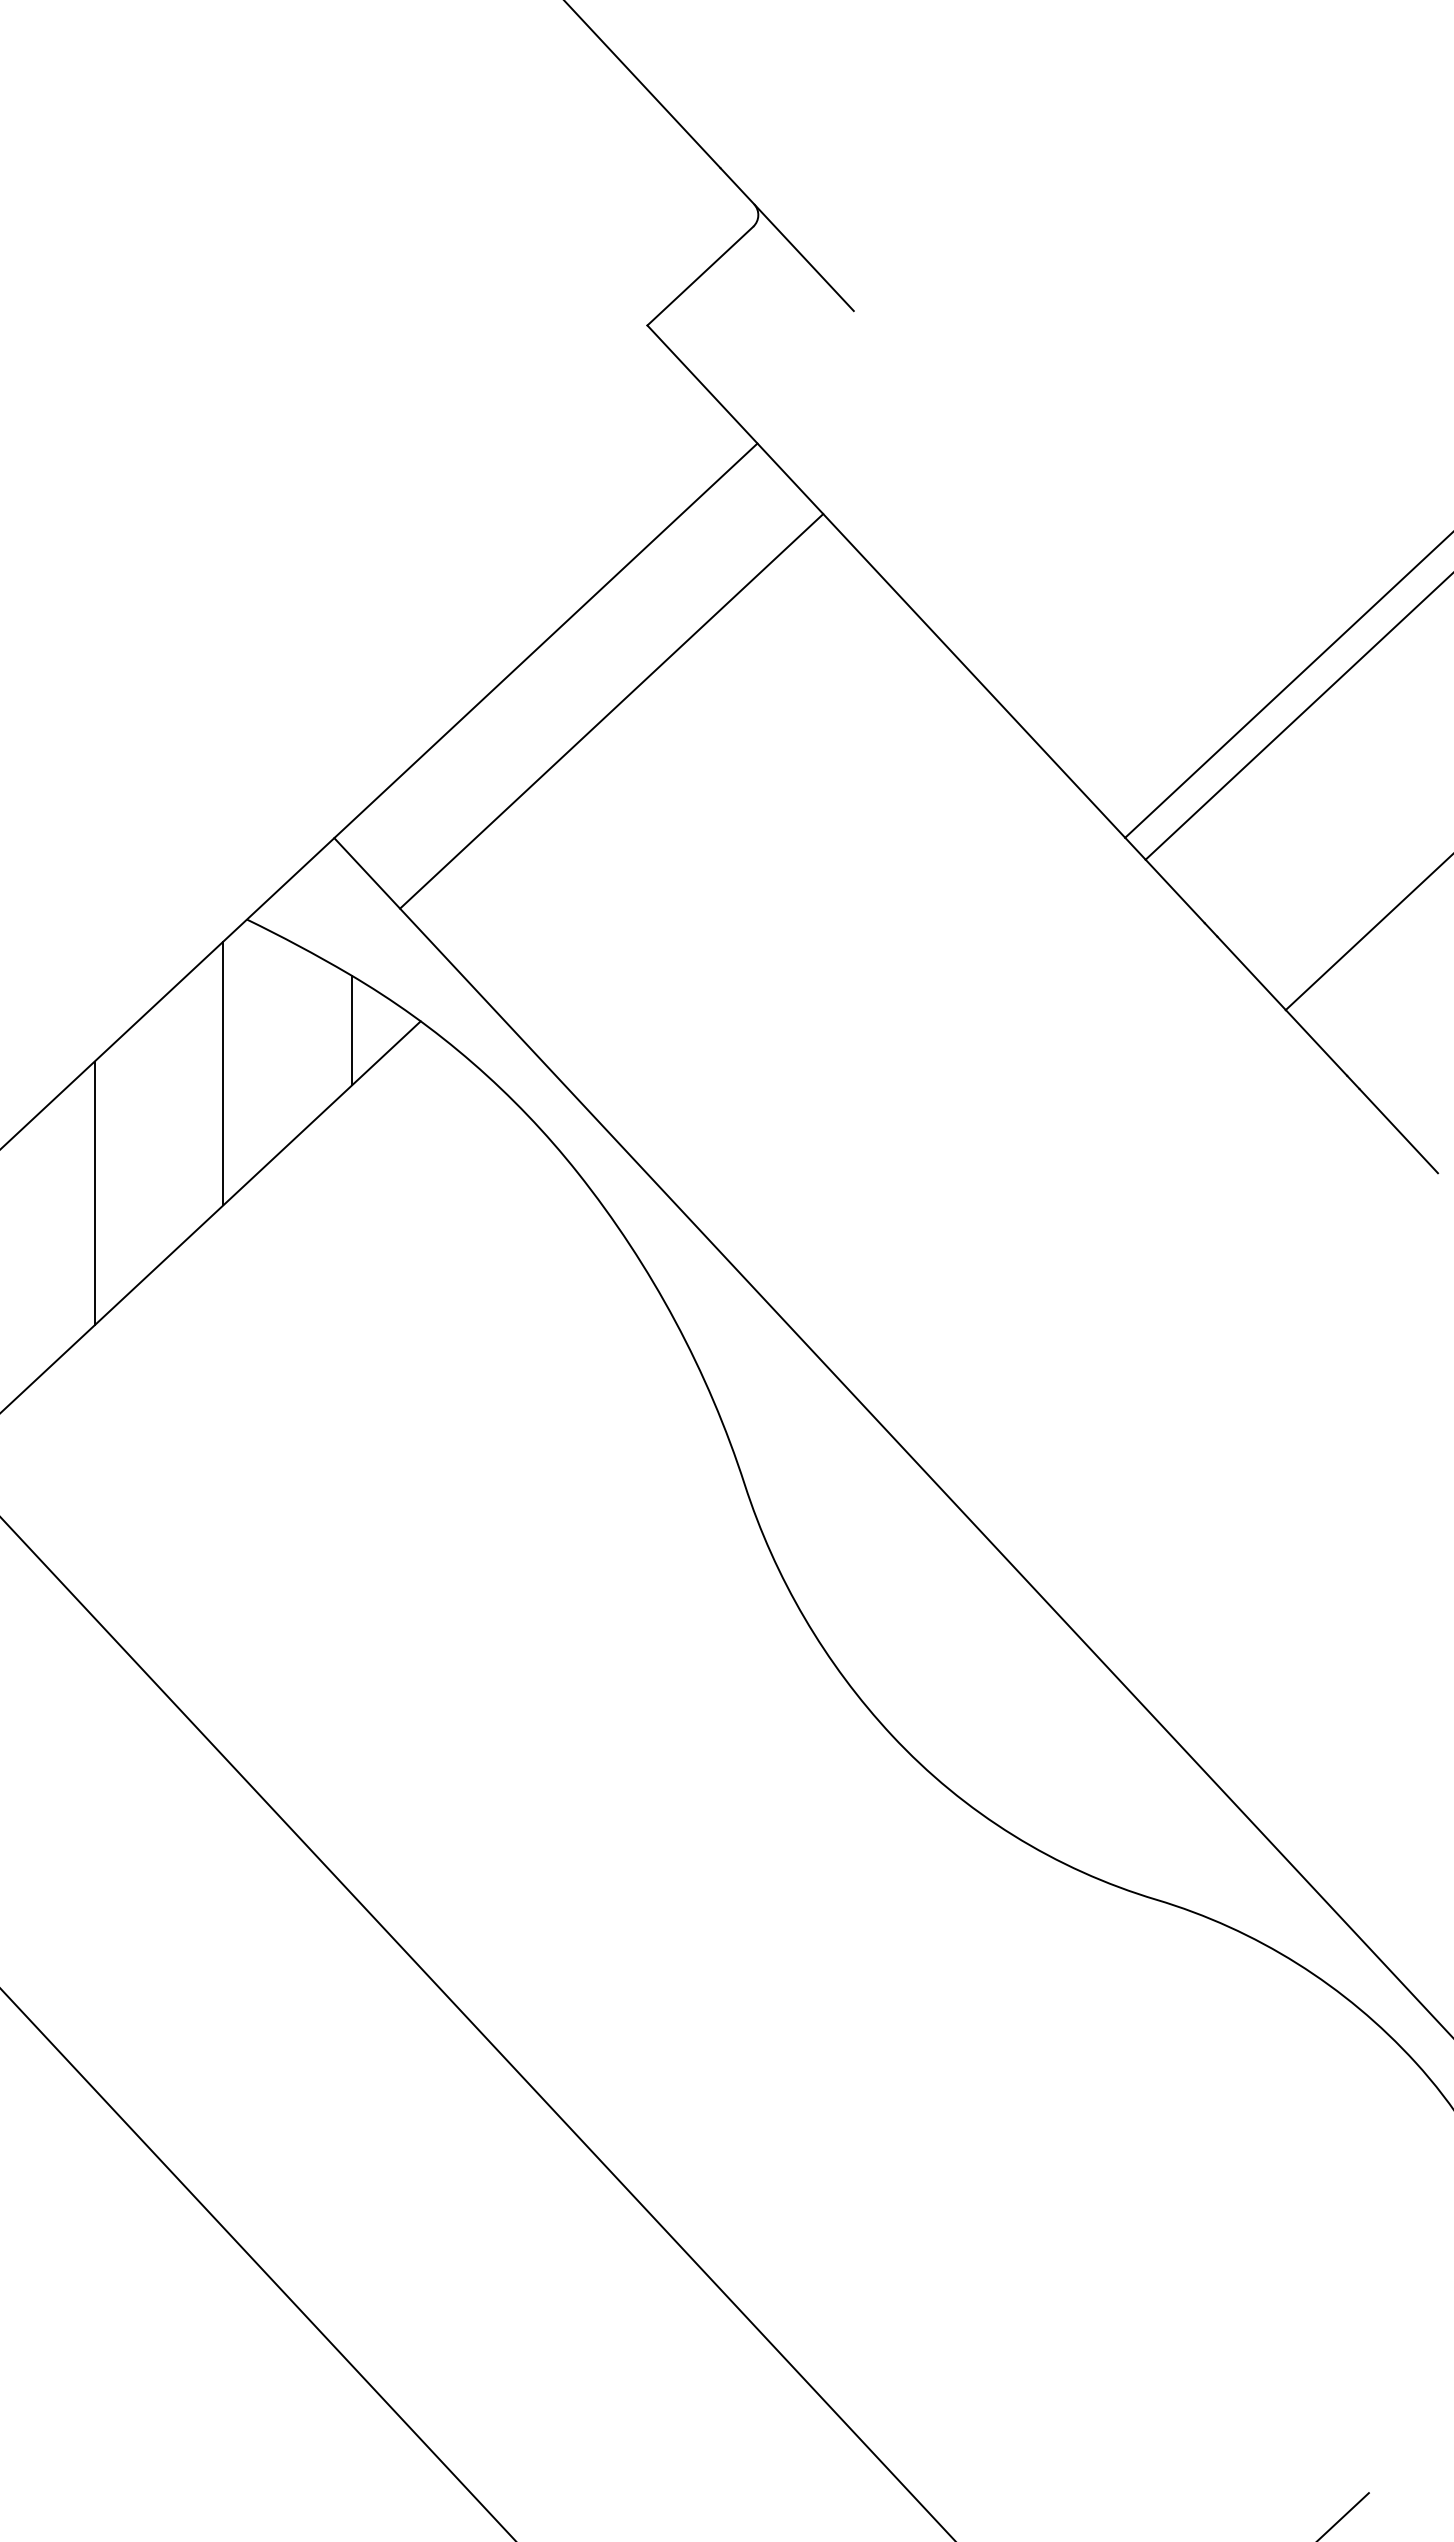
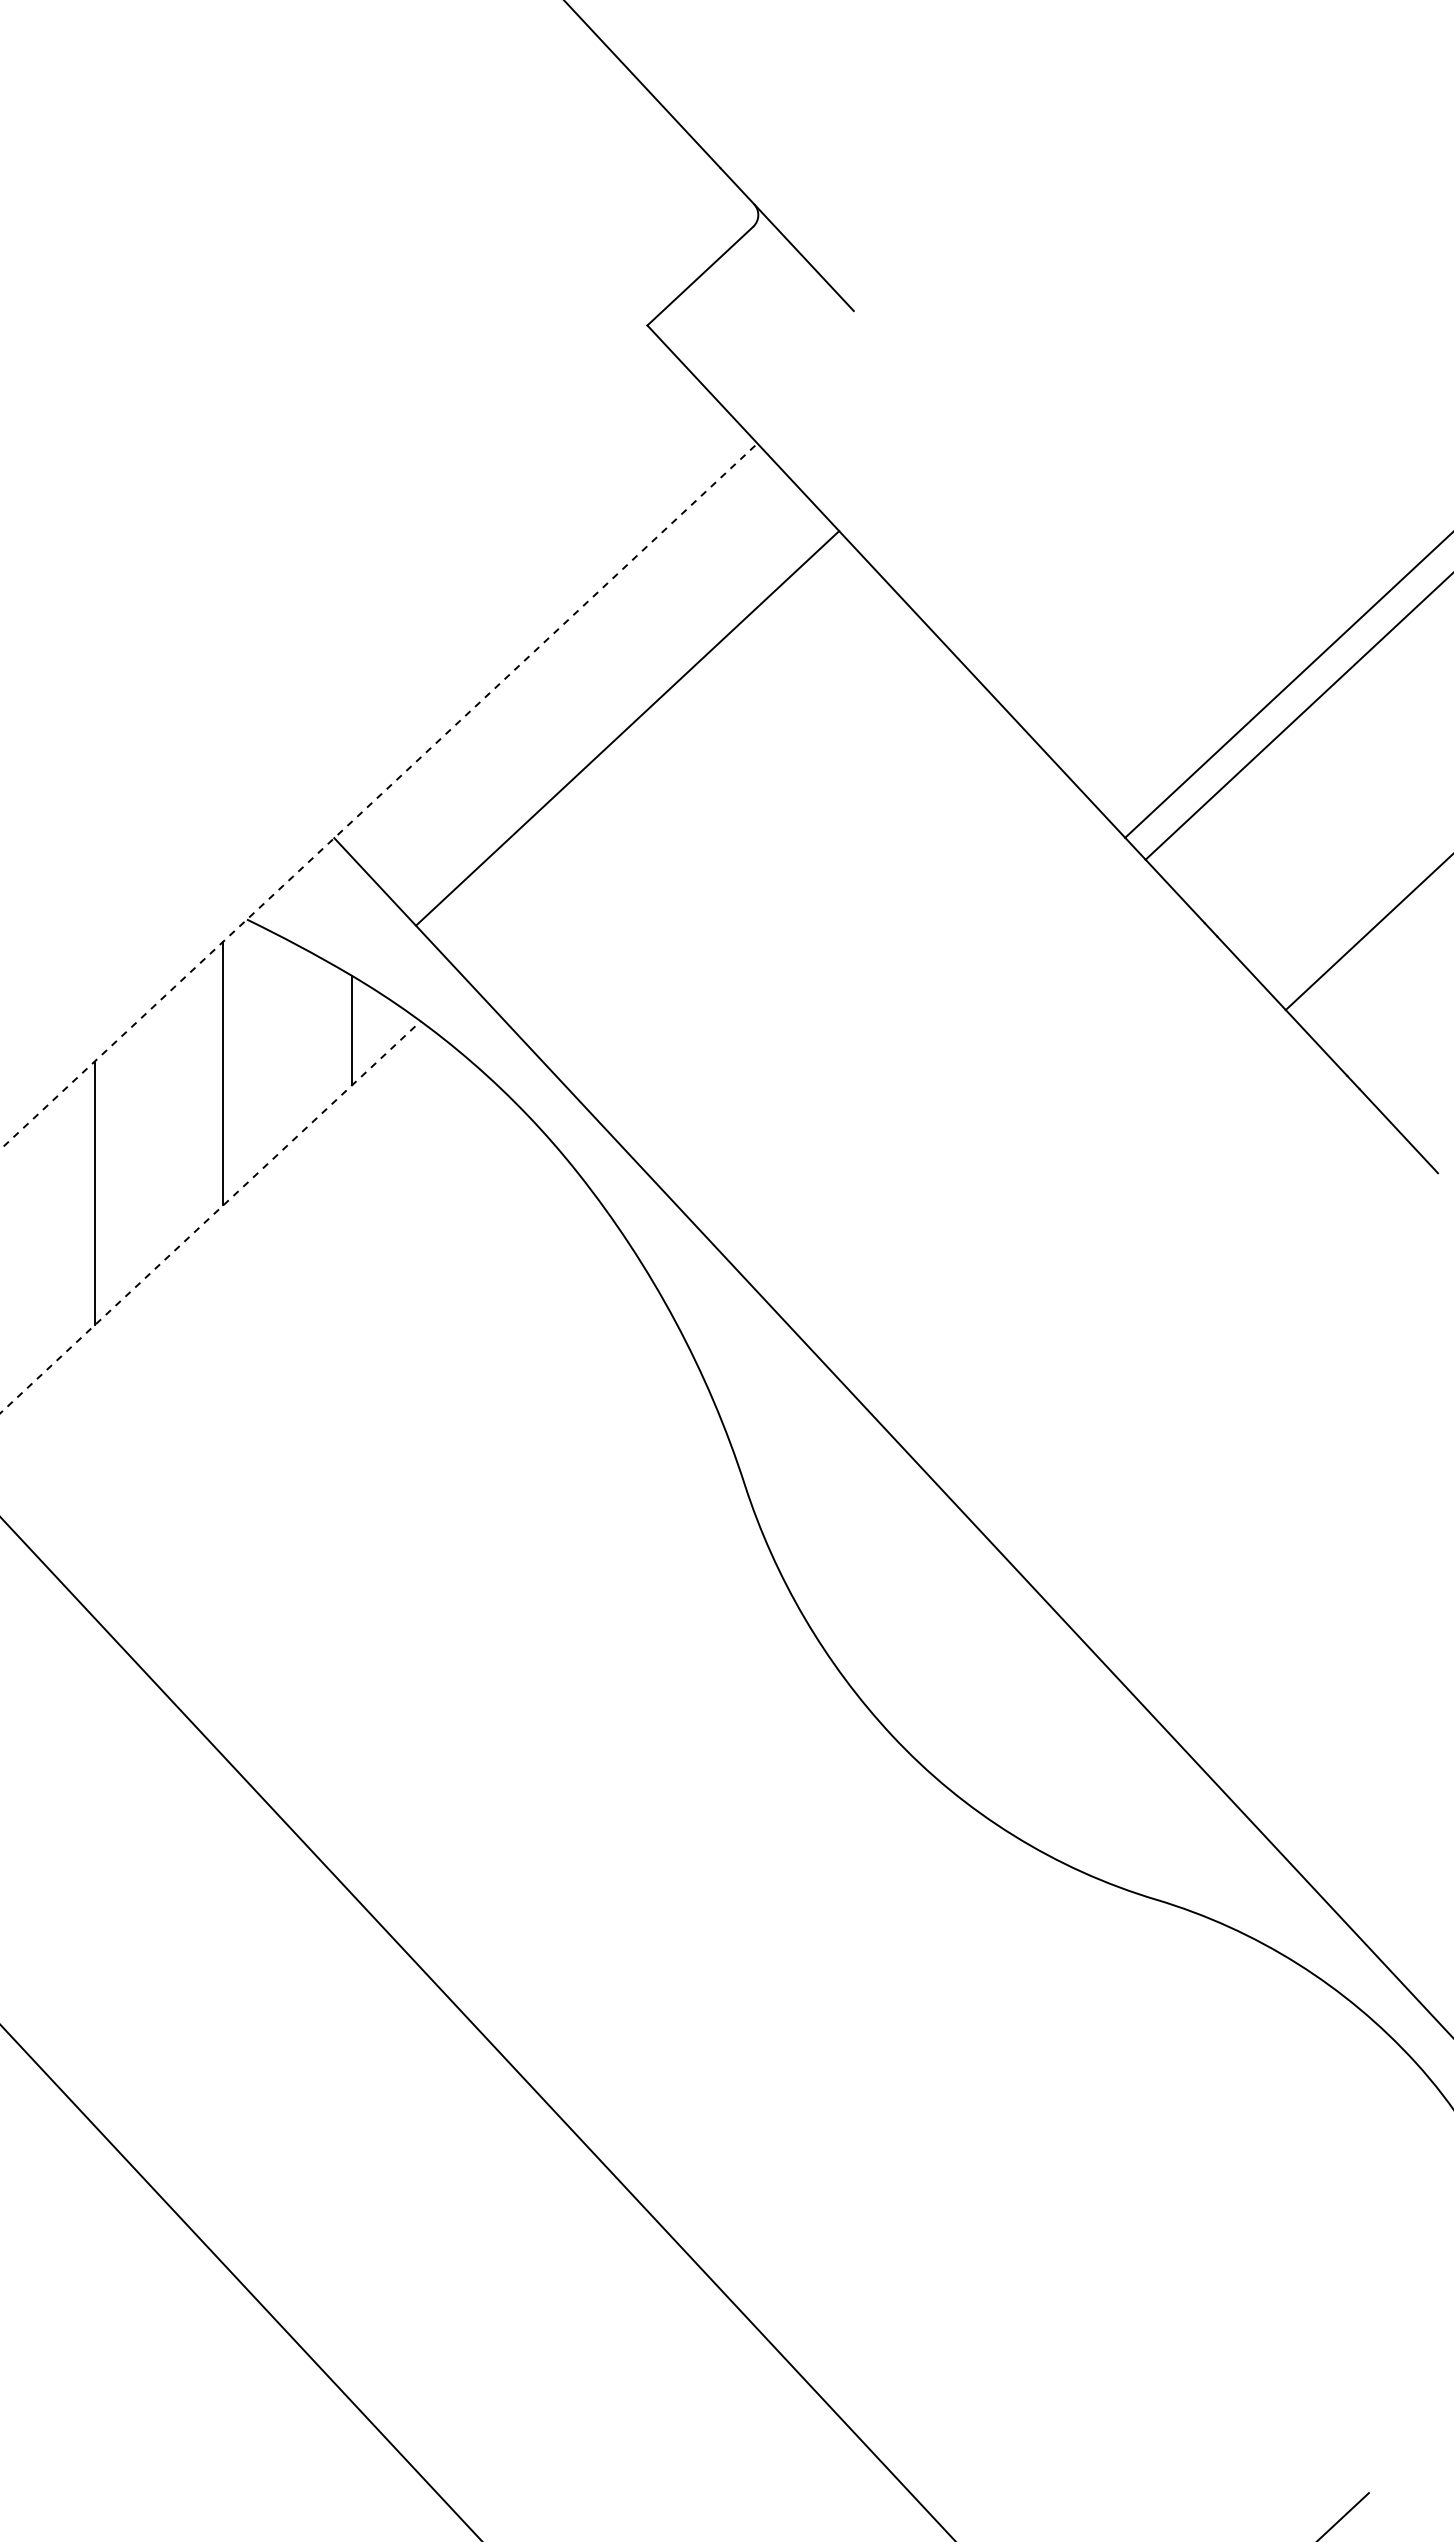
line at (611, 711) position: (611, 711) -> (627, 728)
line at (379, 796): solid -> dashed
line at (210, 1216): solid -> dashed
line at (257, 2264) position: (257, 2264) -> (240, 2282)
